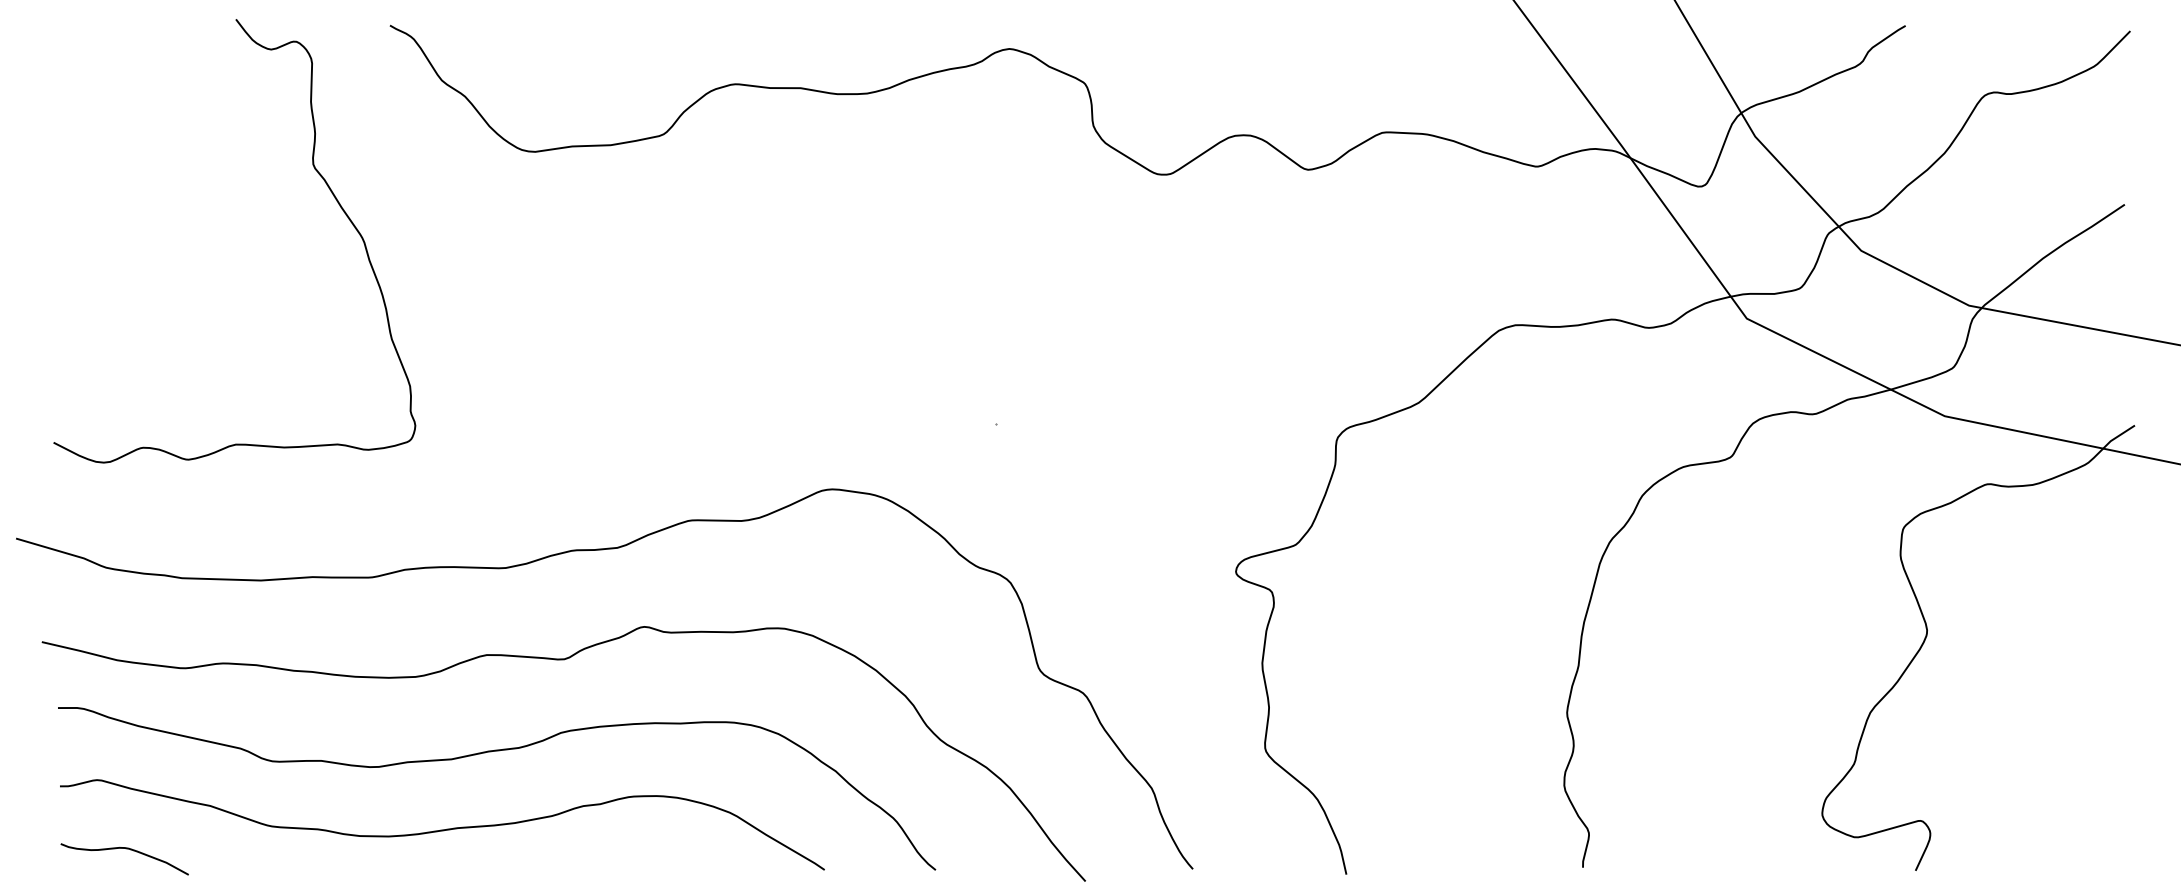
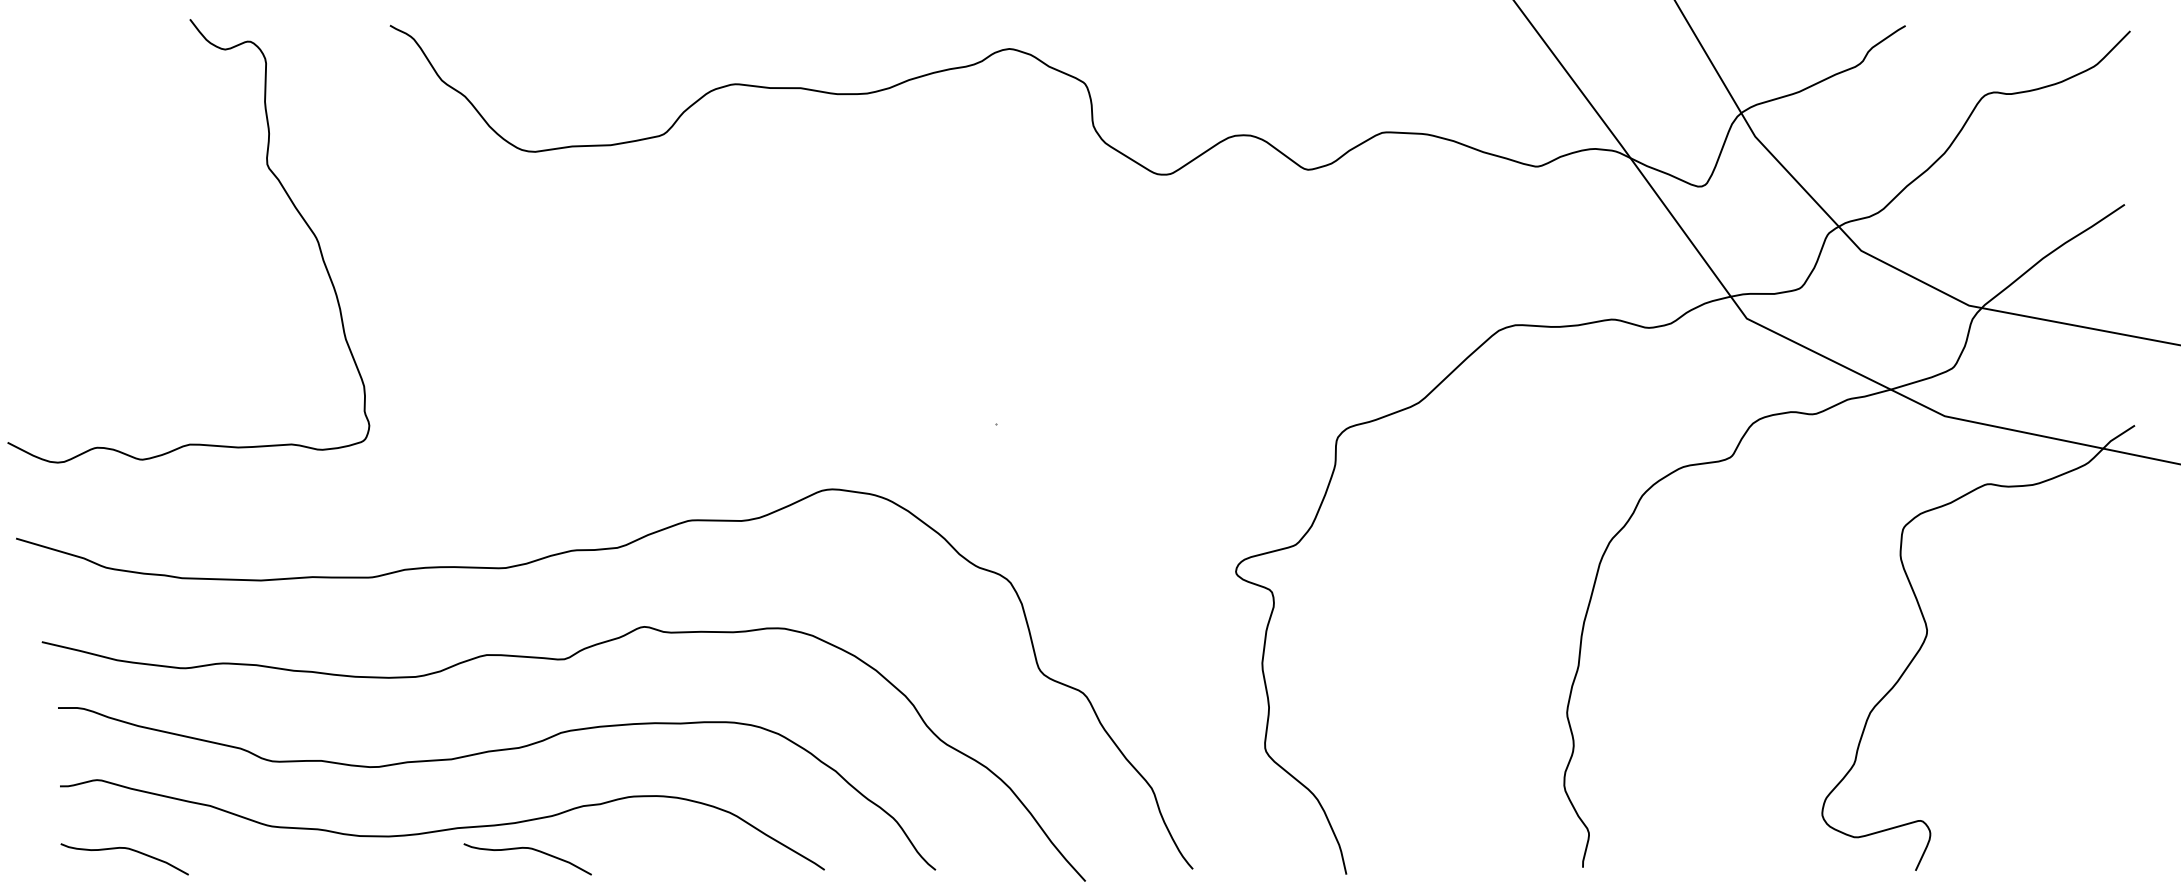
curve at (318, 174) position: (318, 174) -> (272, 174)
curve at (529, 849): none -> present
